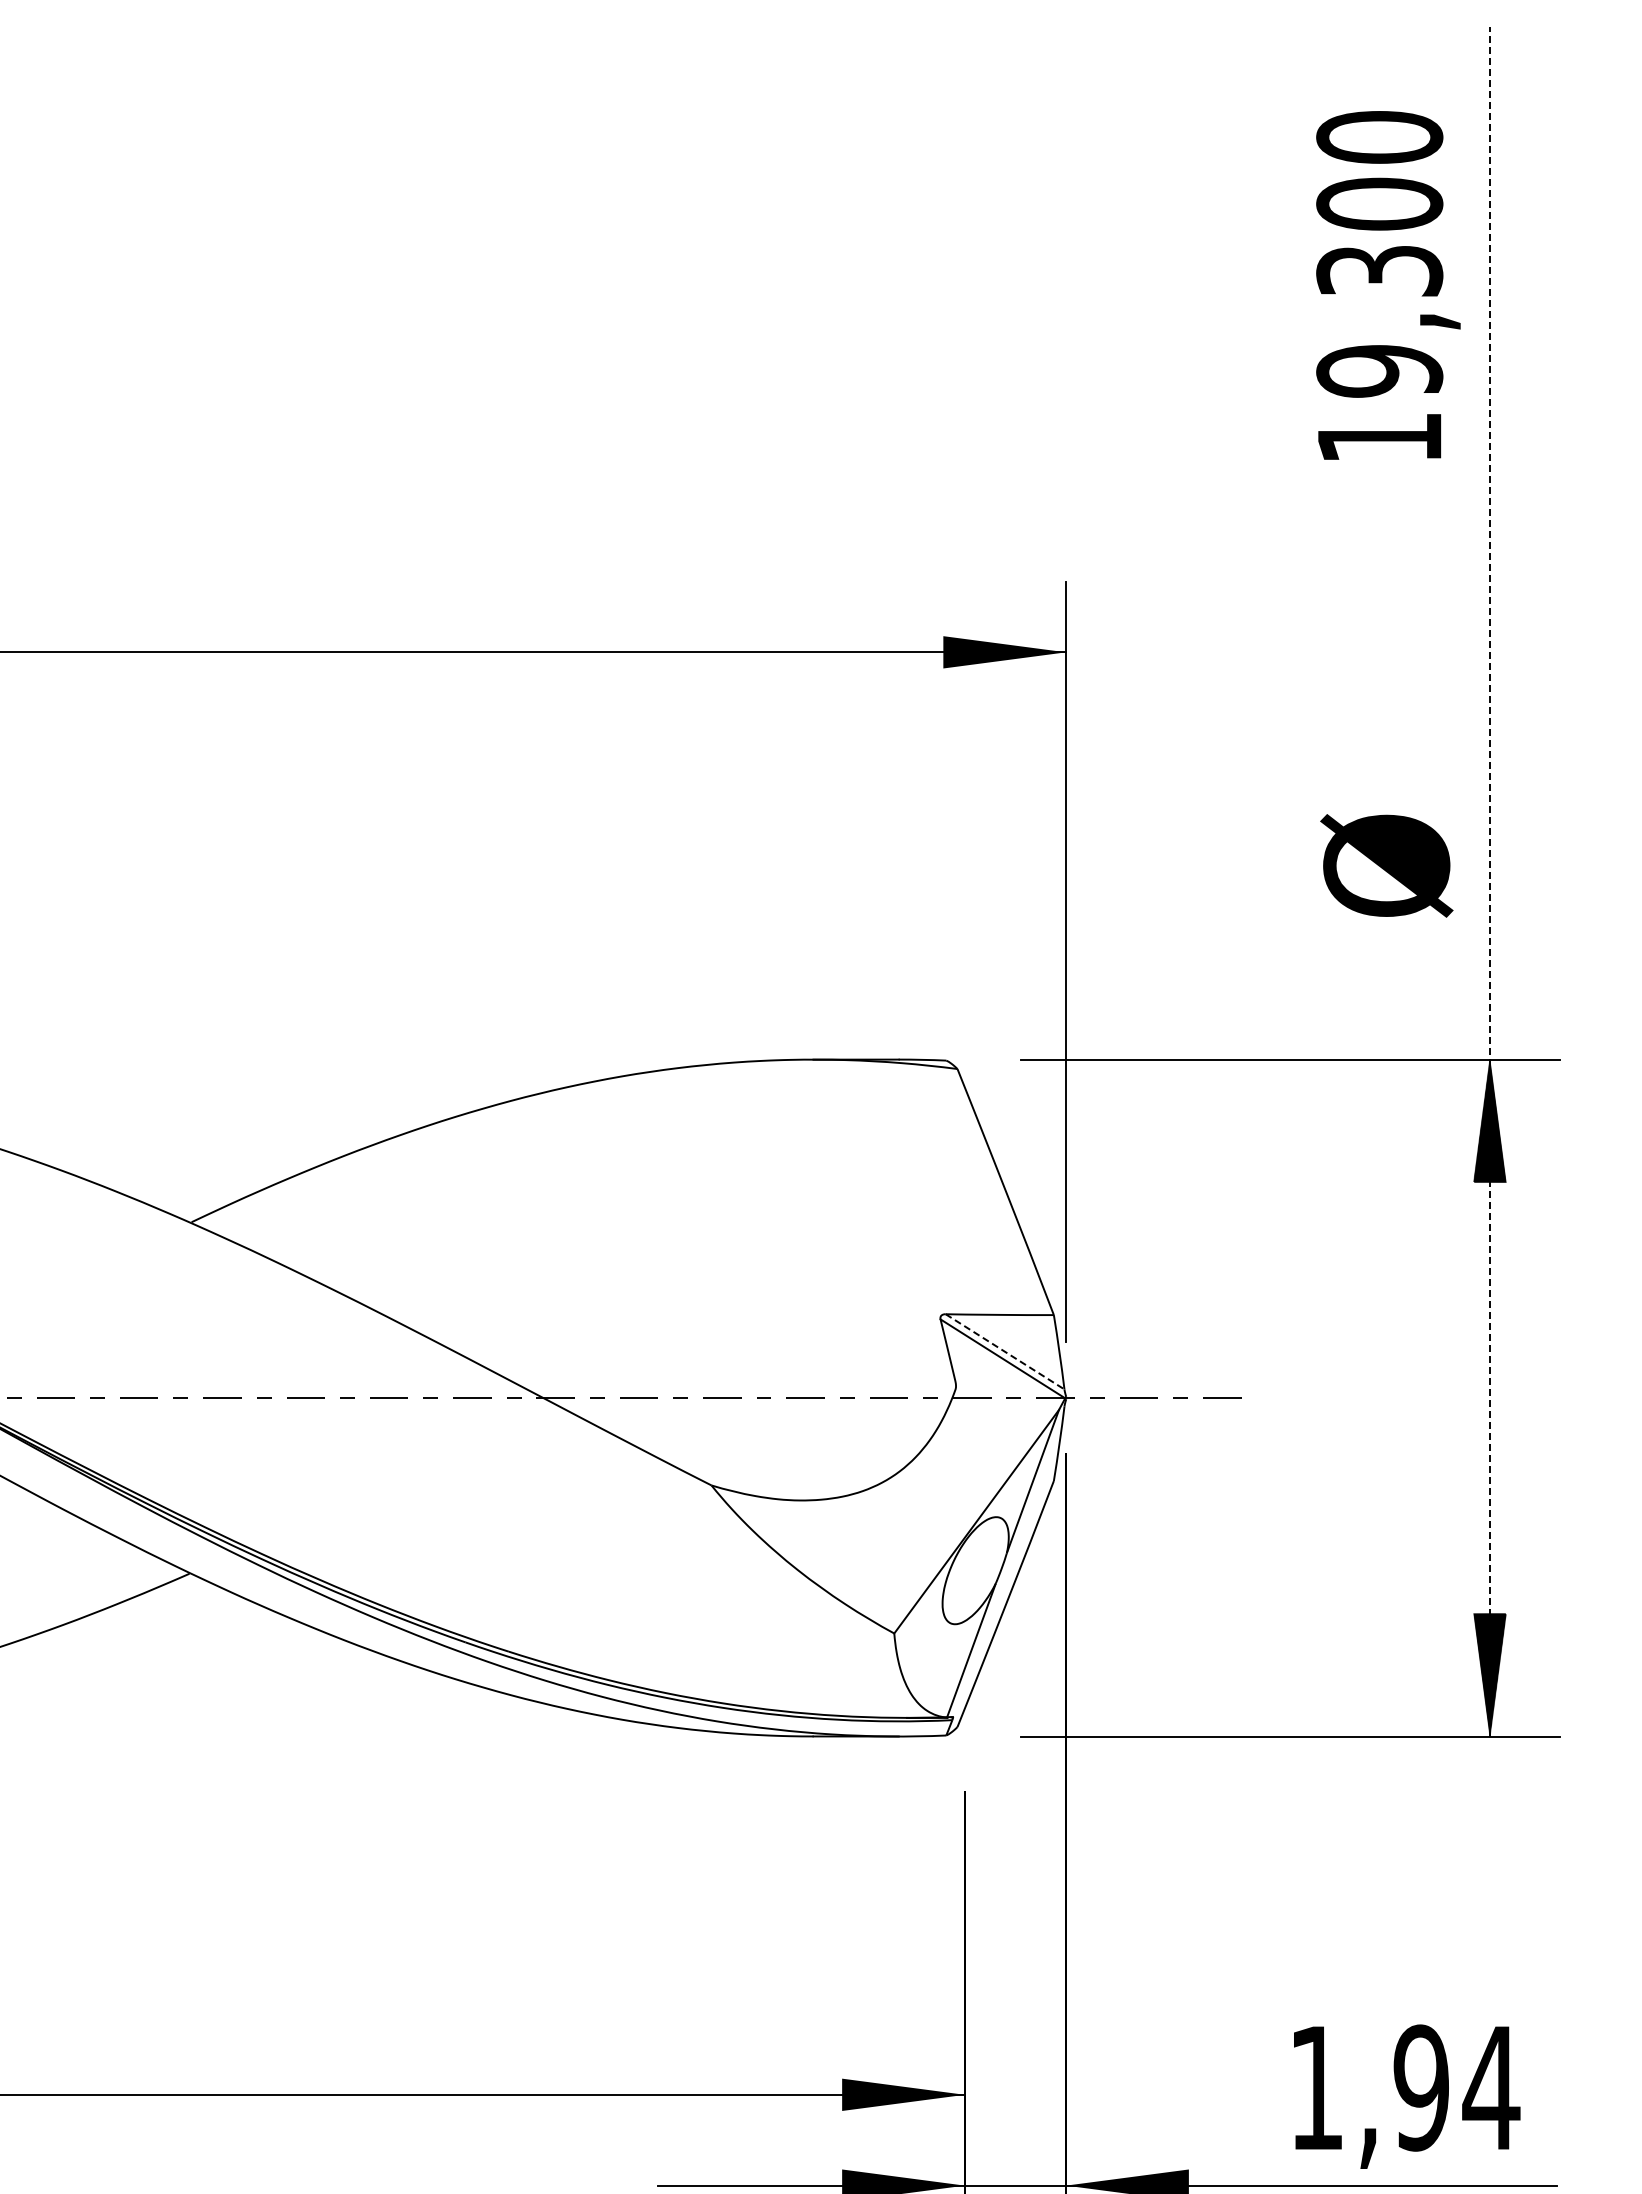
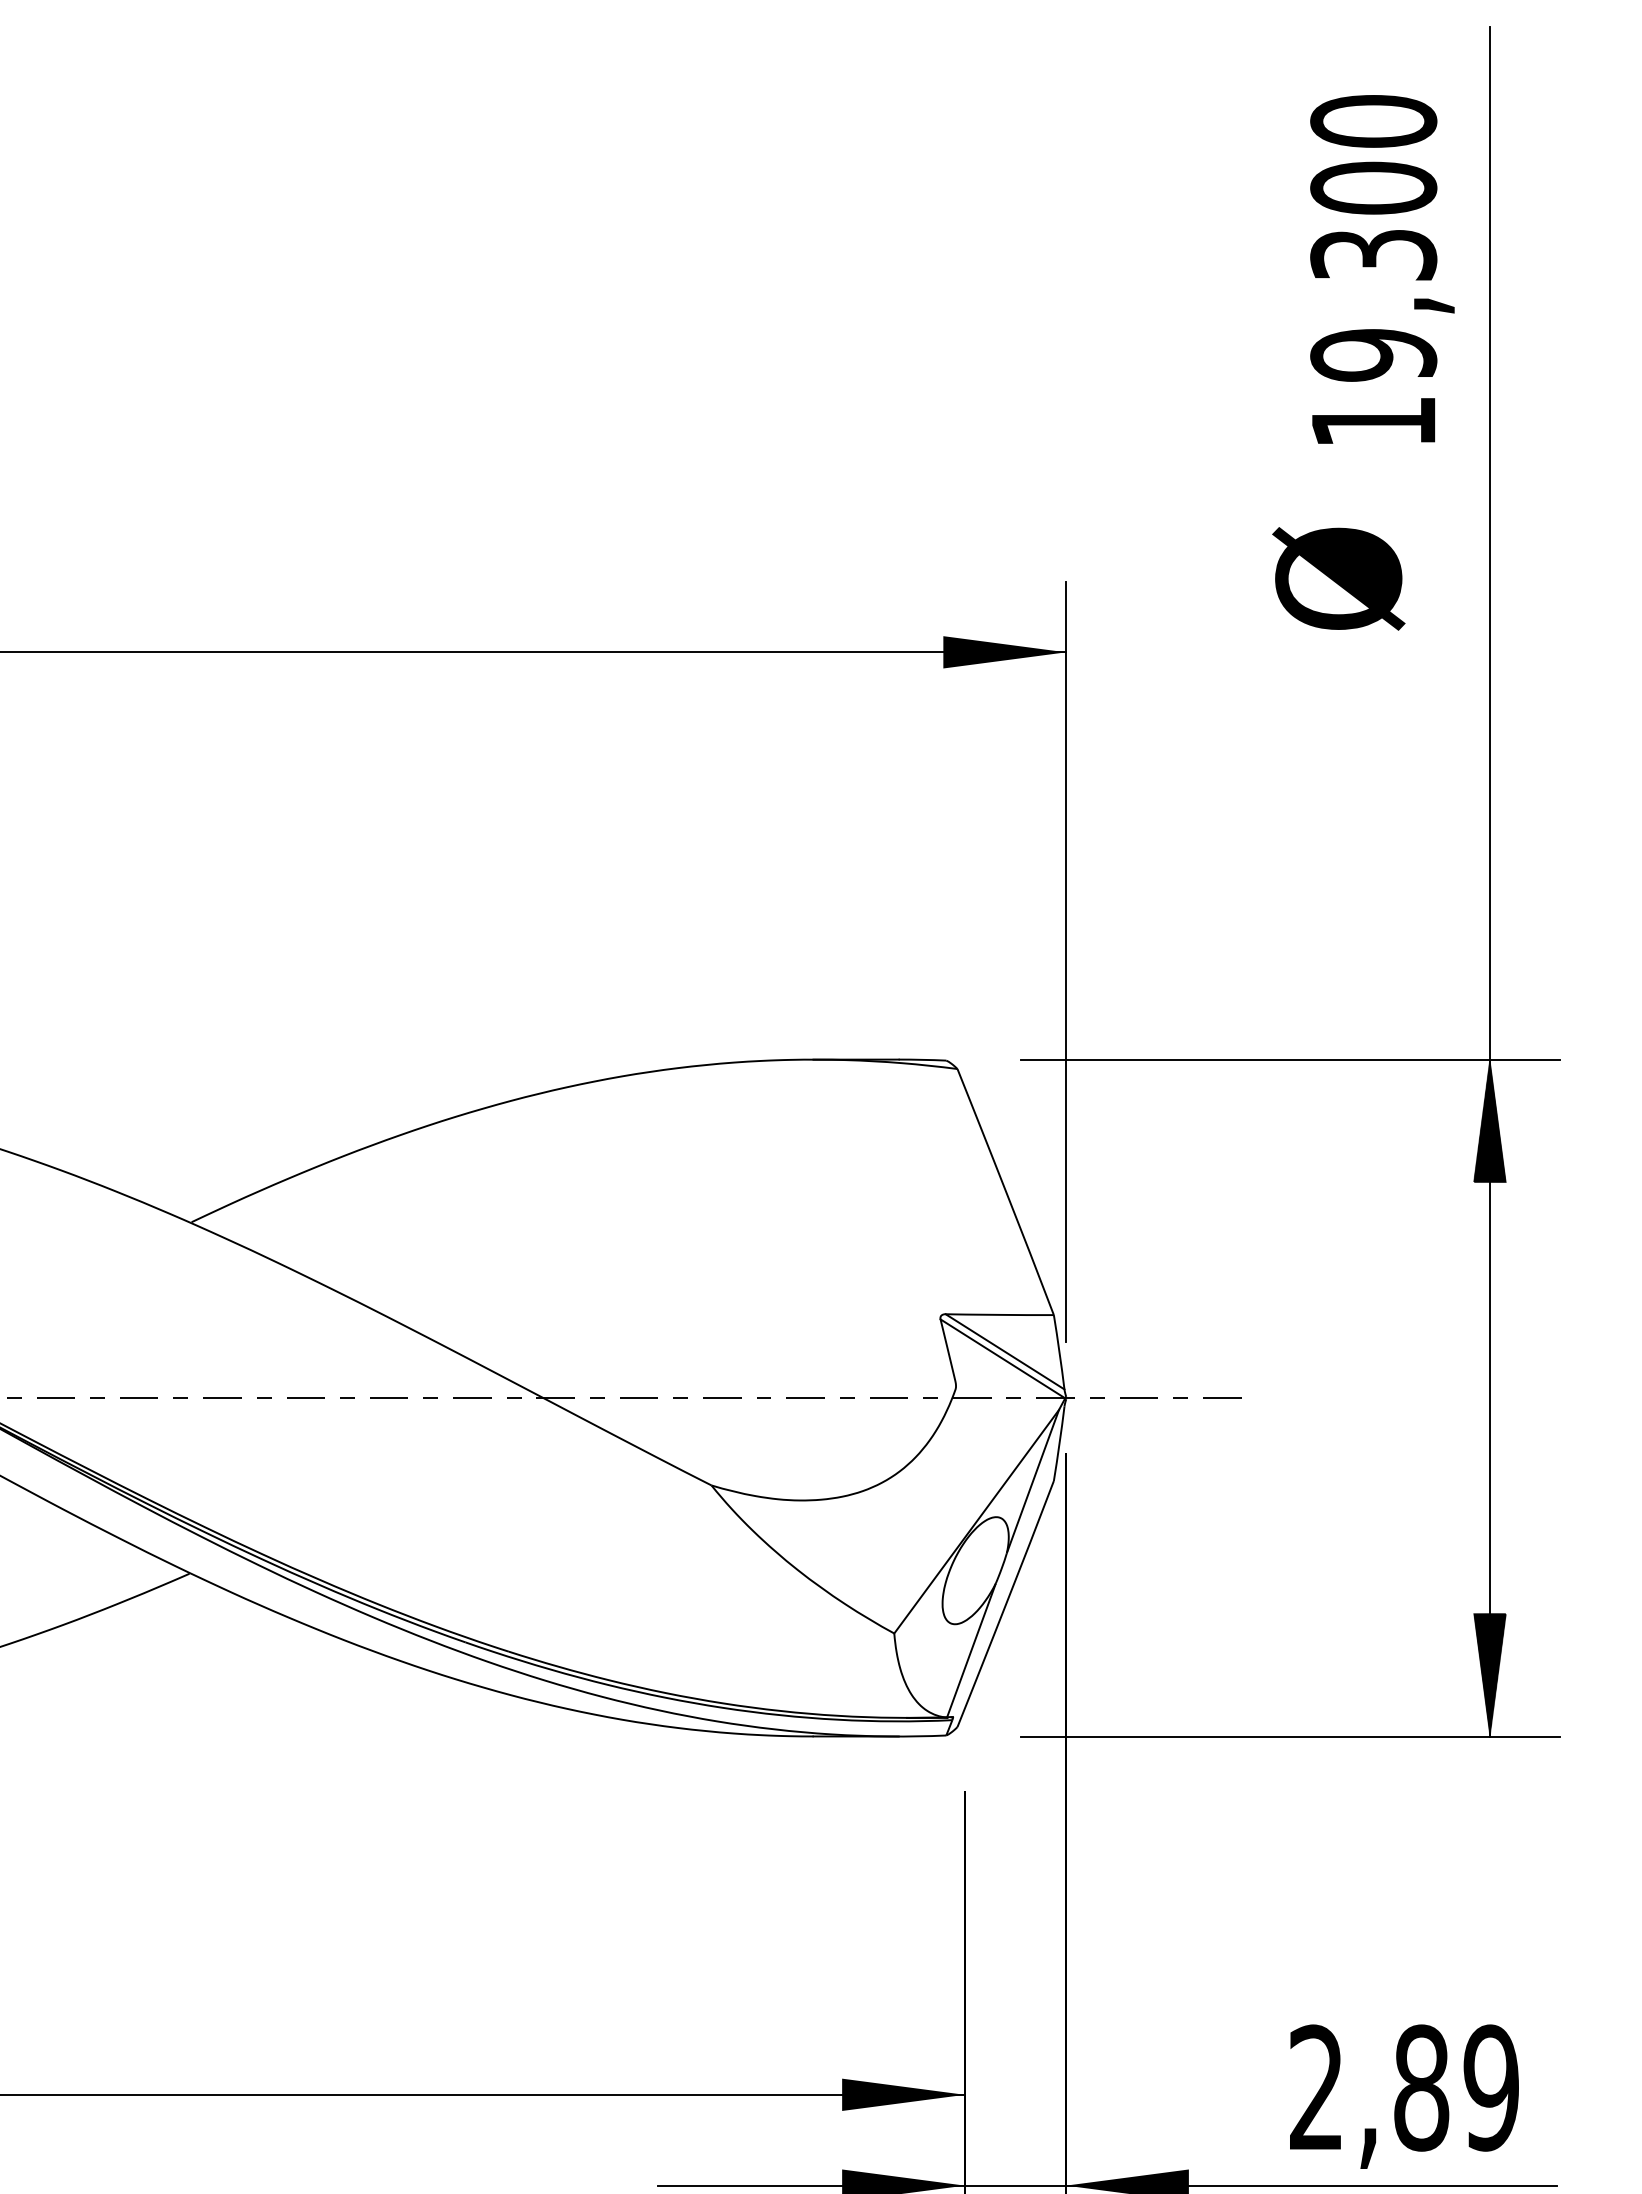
text at (1388, 285) position: (1388, 285) -> (1382, 269)
text at (1386, 865) position: (1386, 865) -> (1338, 578)
line at (1489, 881): dashed -> solid
line at (1005, 1352): dashed -> solid
text at (1405, 2087): 1,94 -> 2,89
